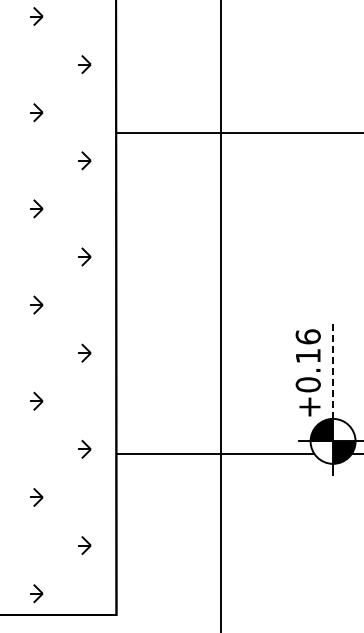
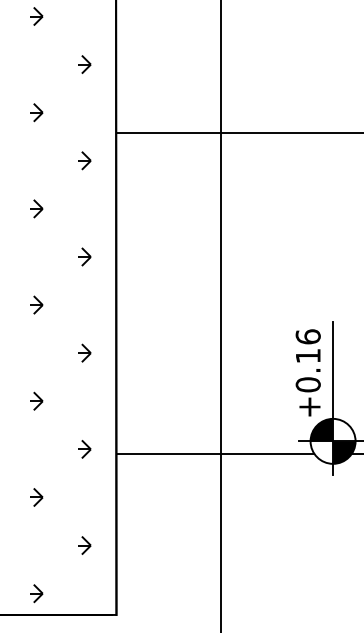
line at (333, 369): dashed -> solid
